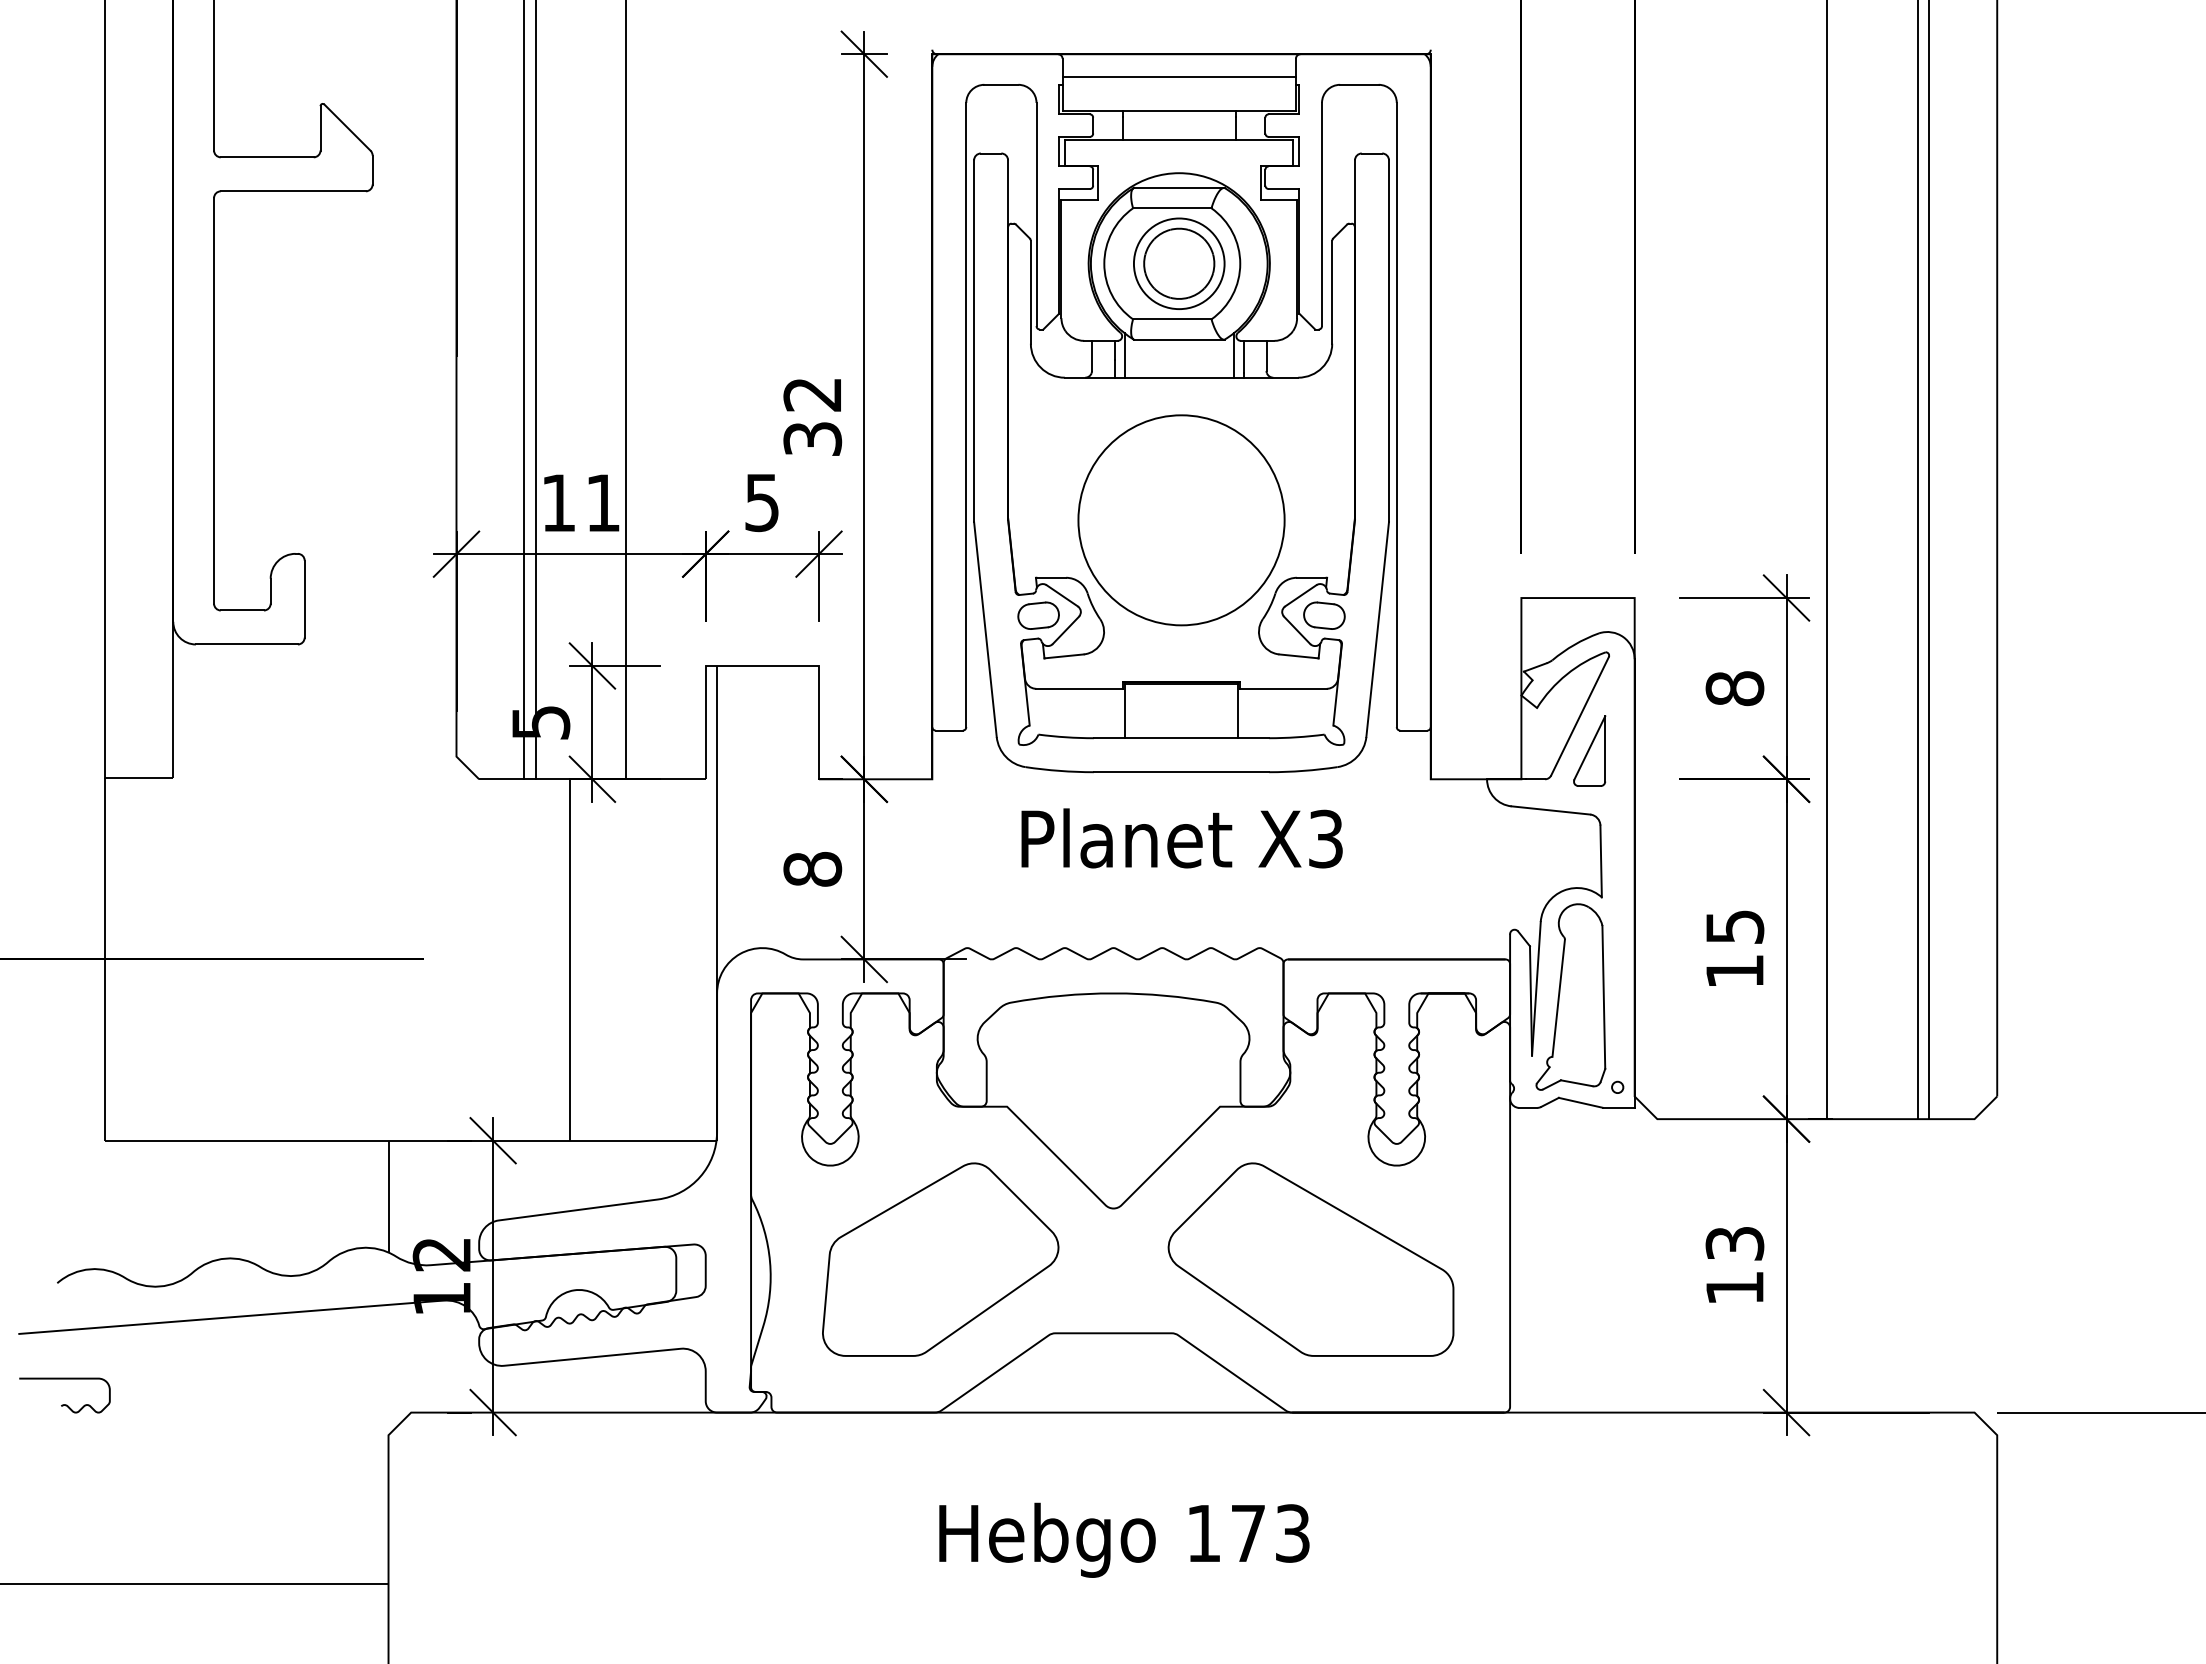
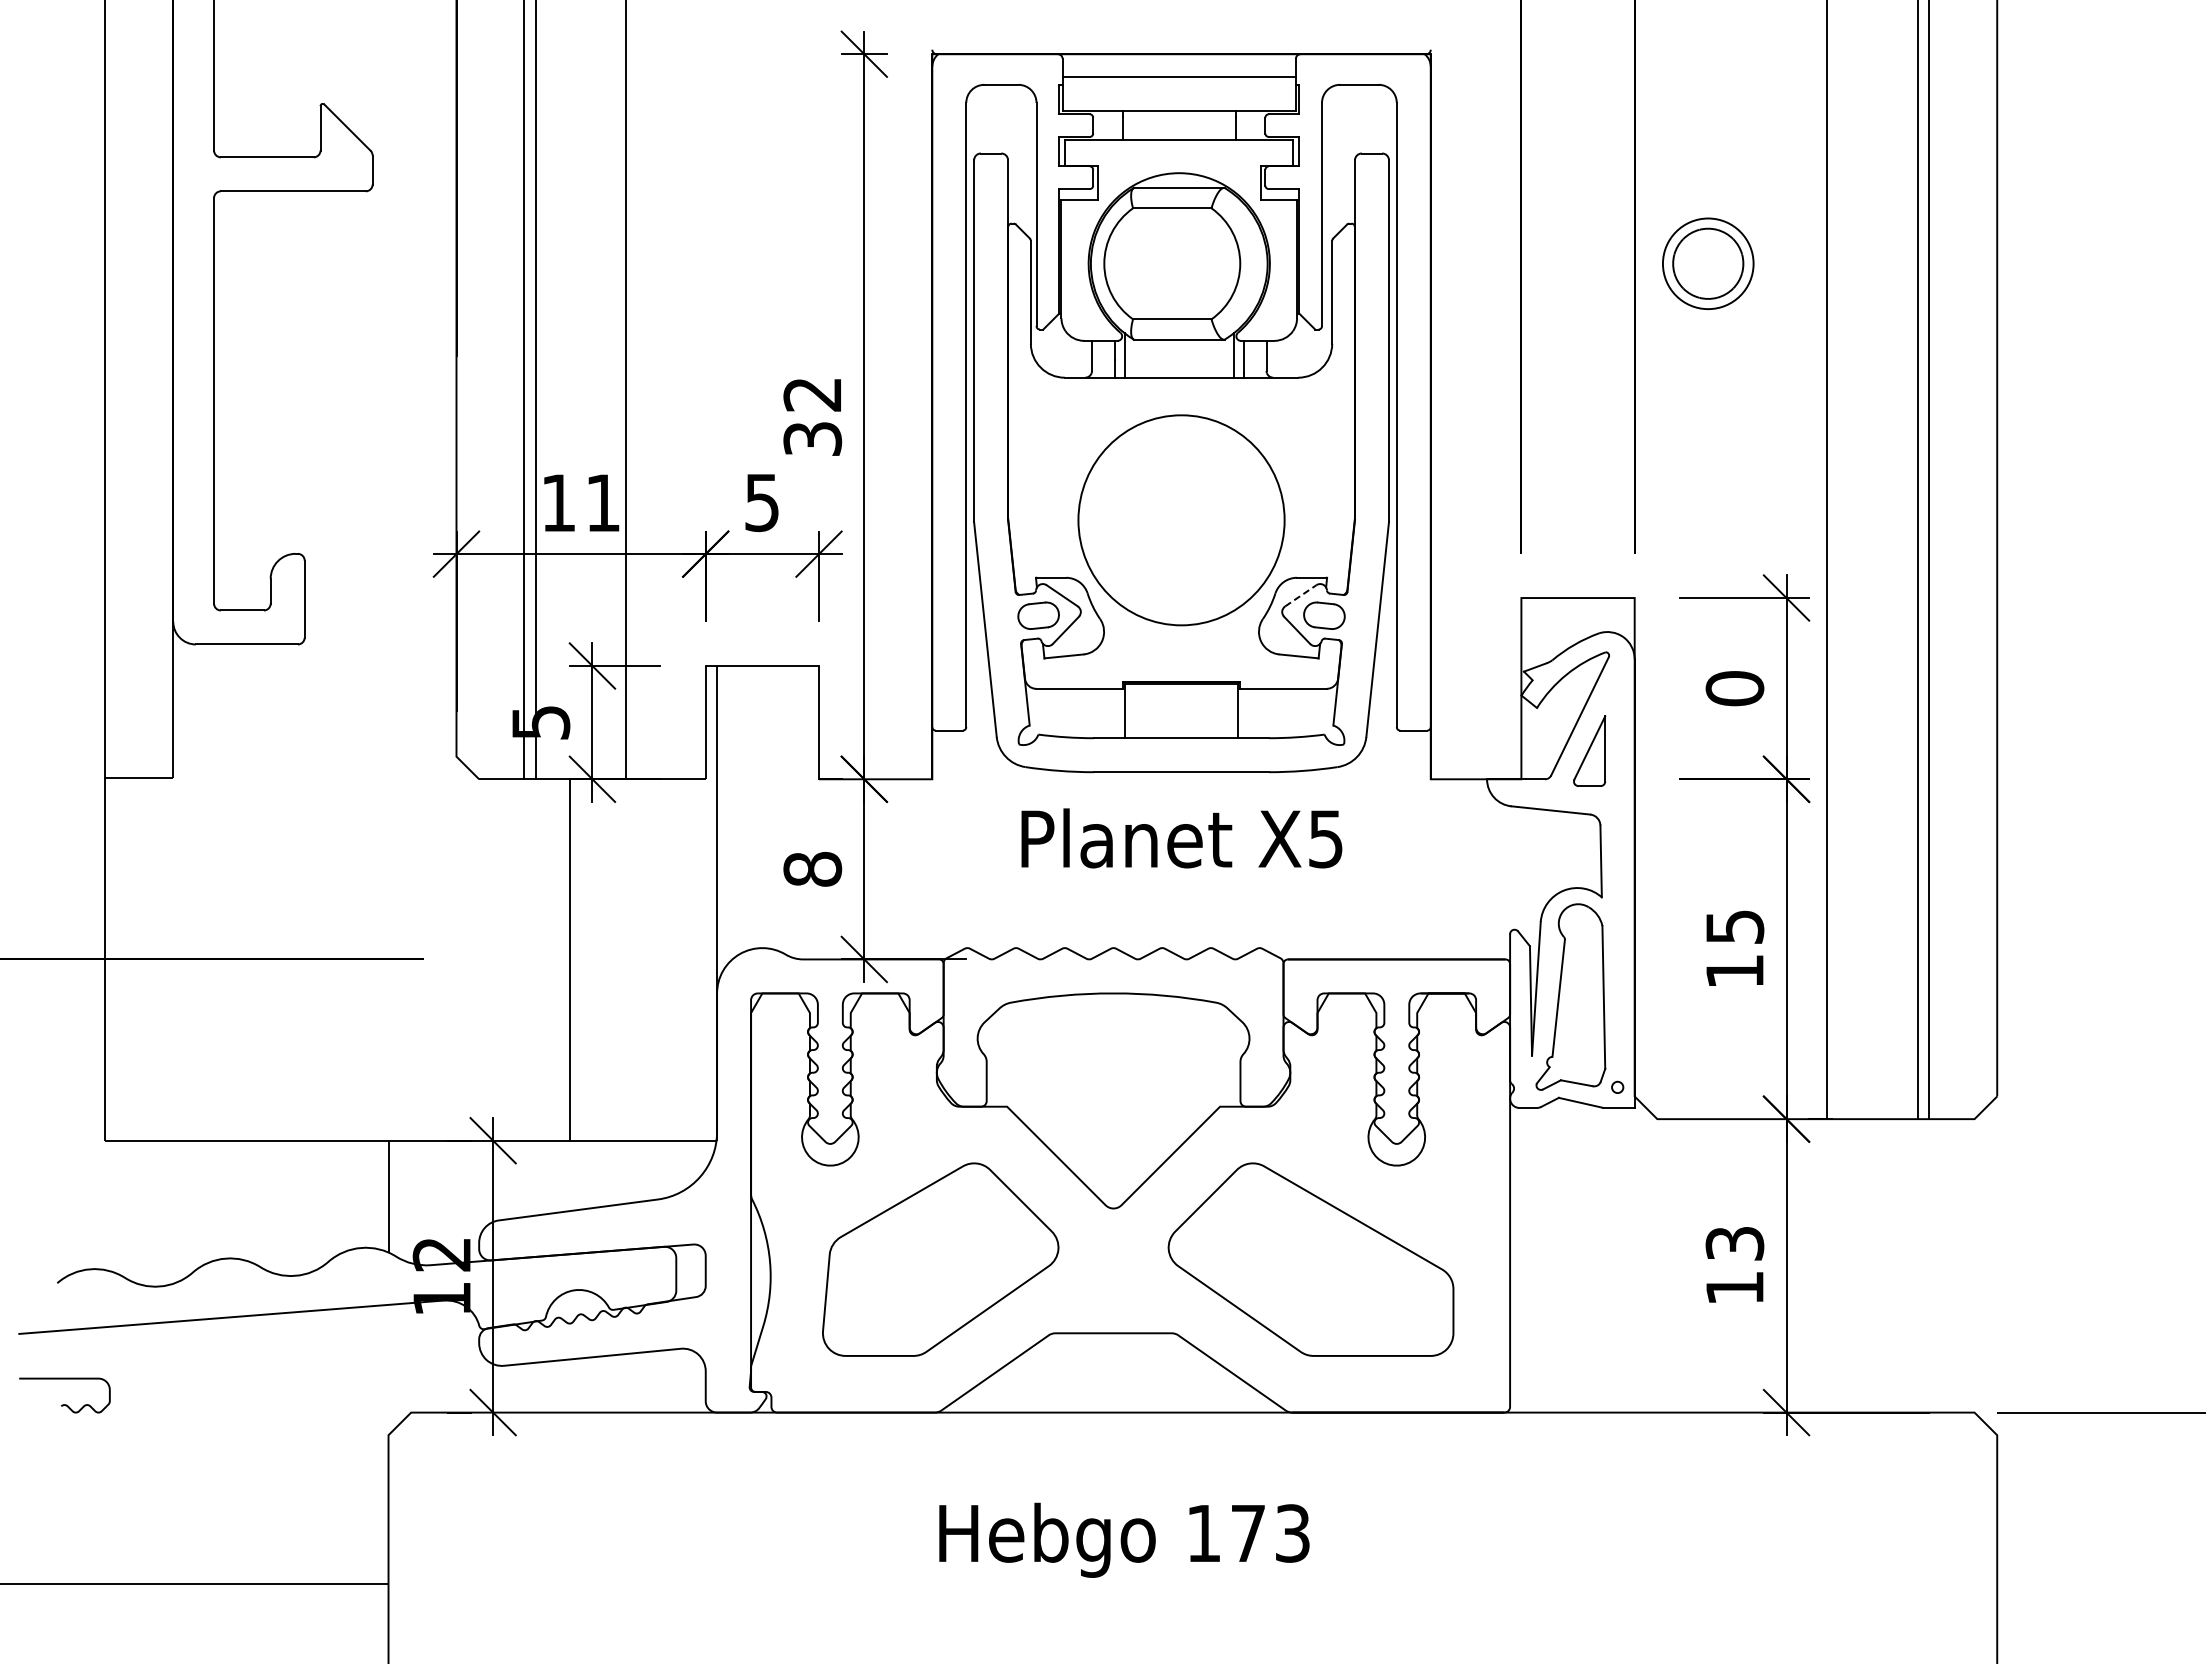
part at (1179, 263) position: (1179, 263) -> (1708, 263)
line at (1300, 595): solid -> dashed
text at (1735, 688): 8 -> 0
text at (1325, 838): X3 -> X5
